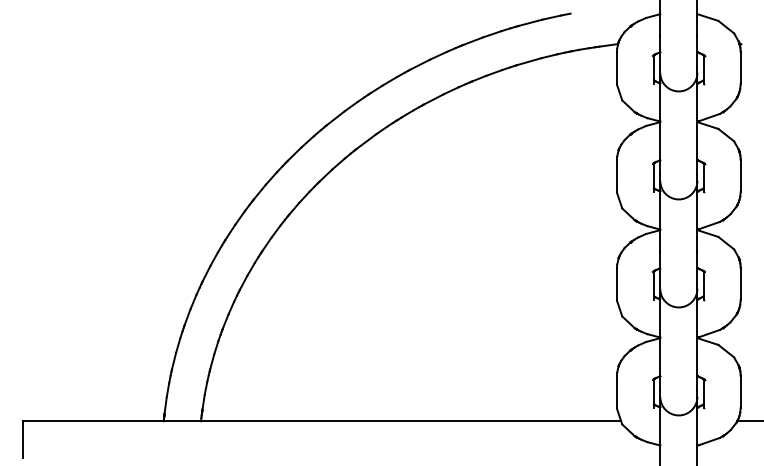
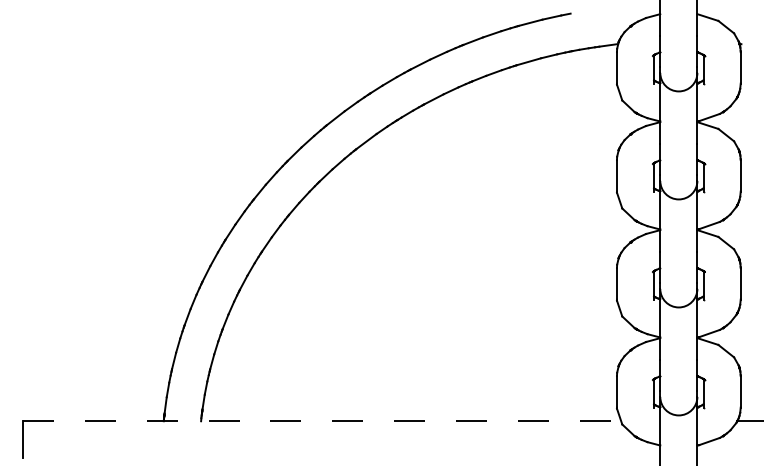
line at (321, 421): solid -> dashed
